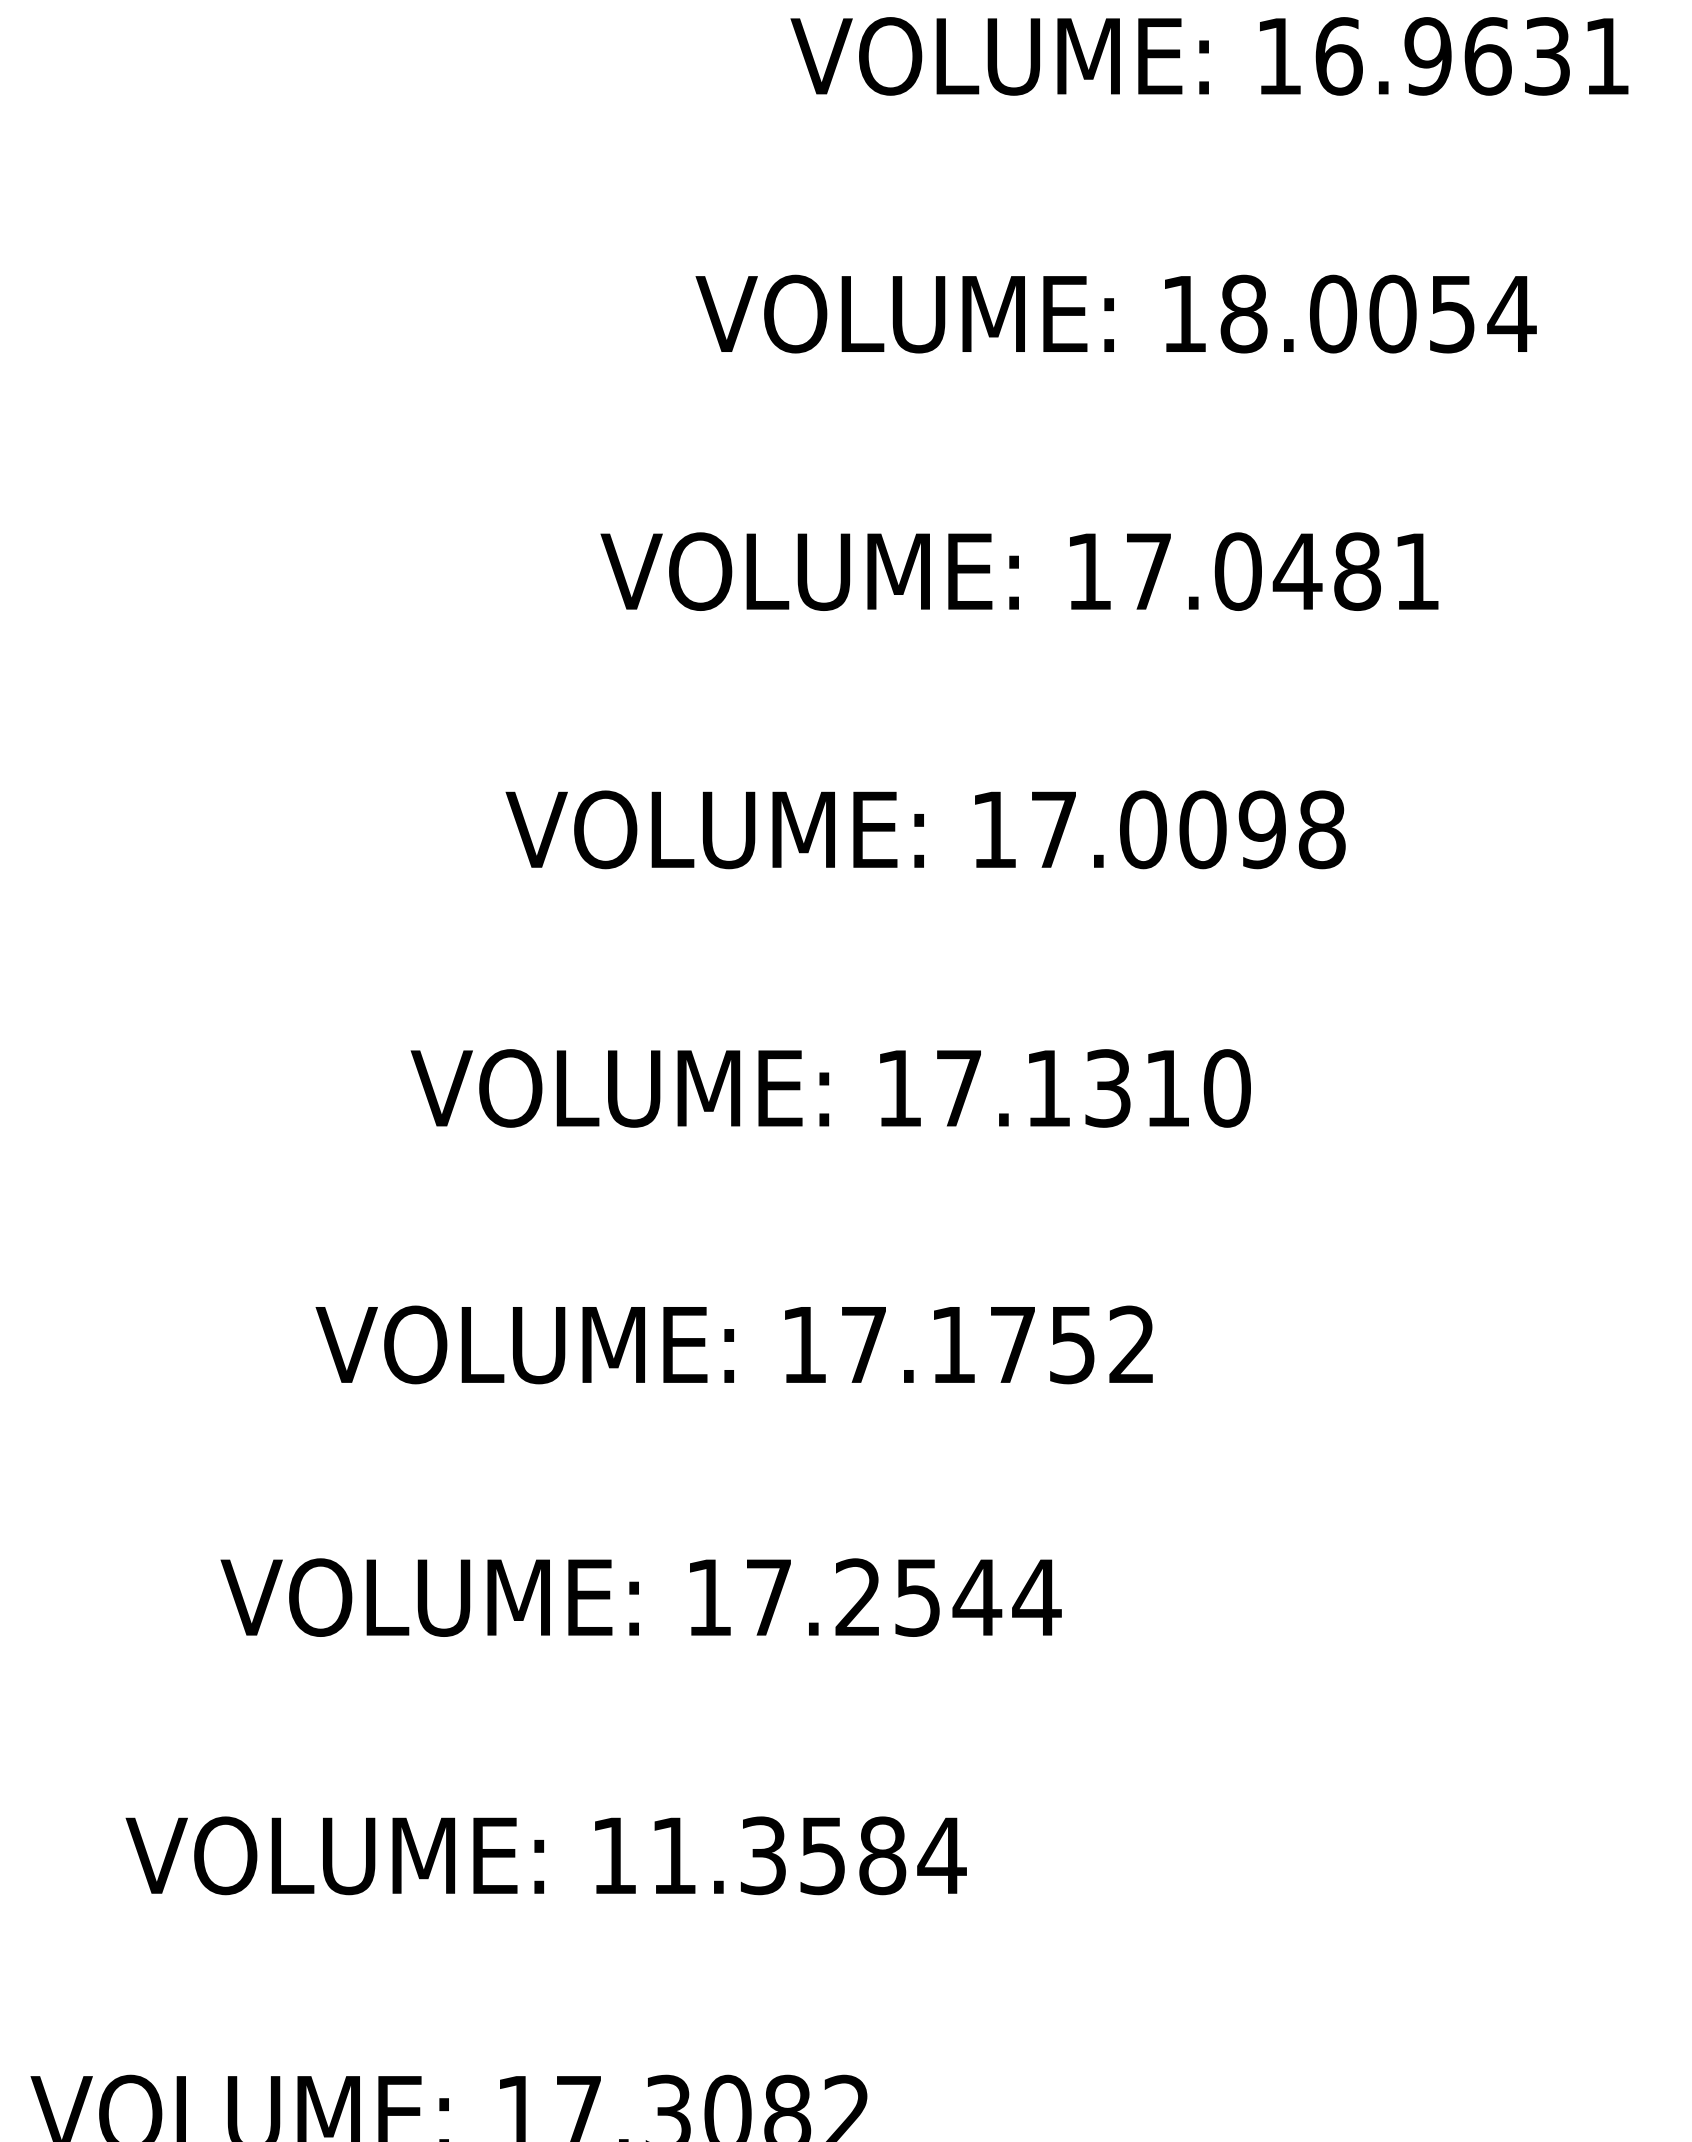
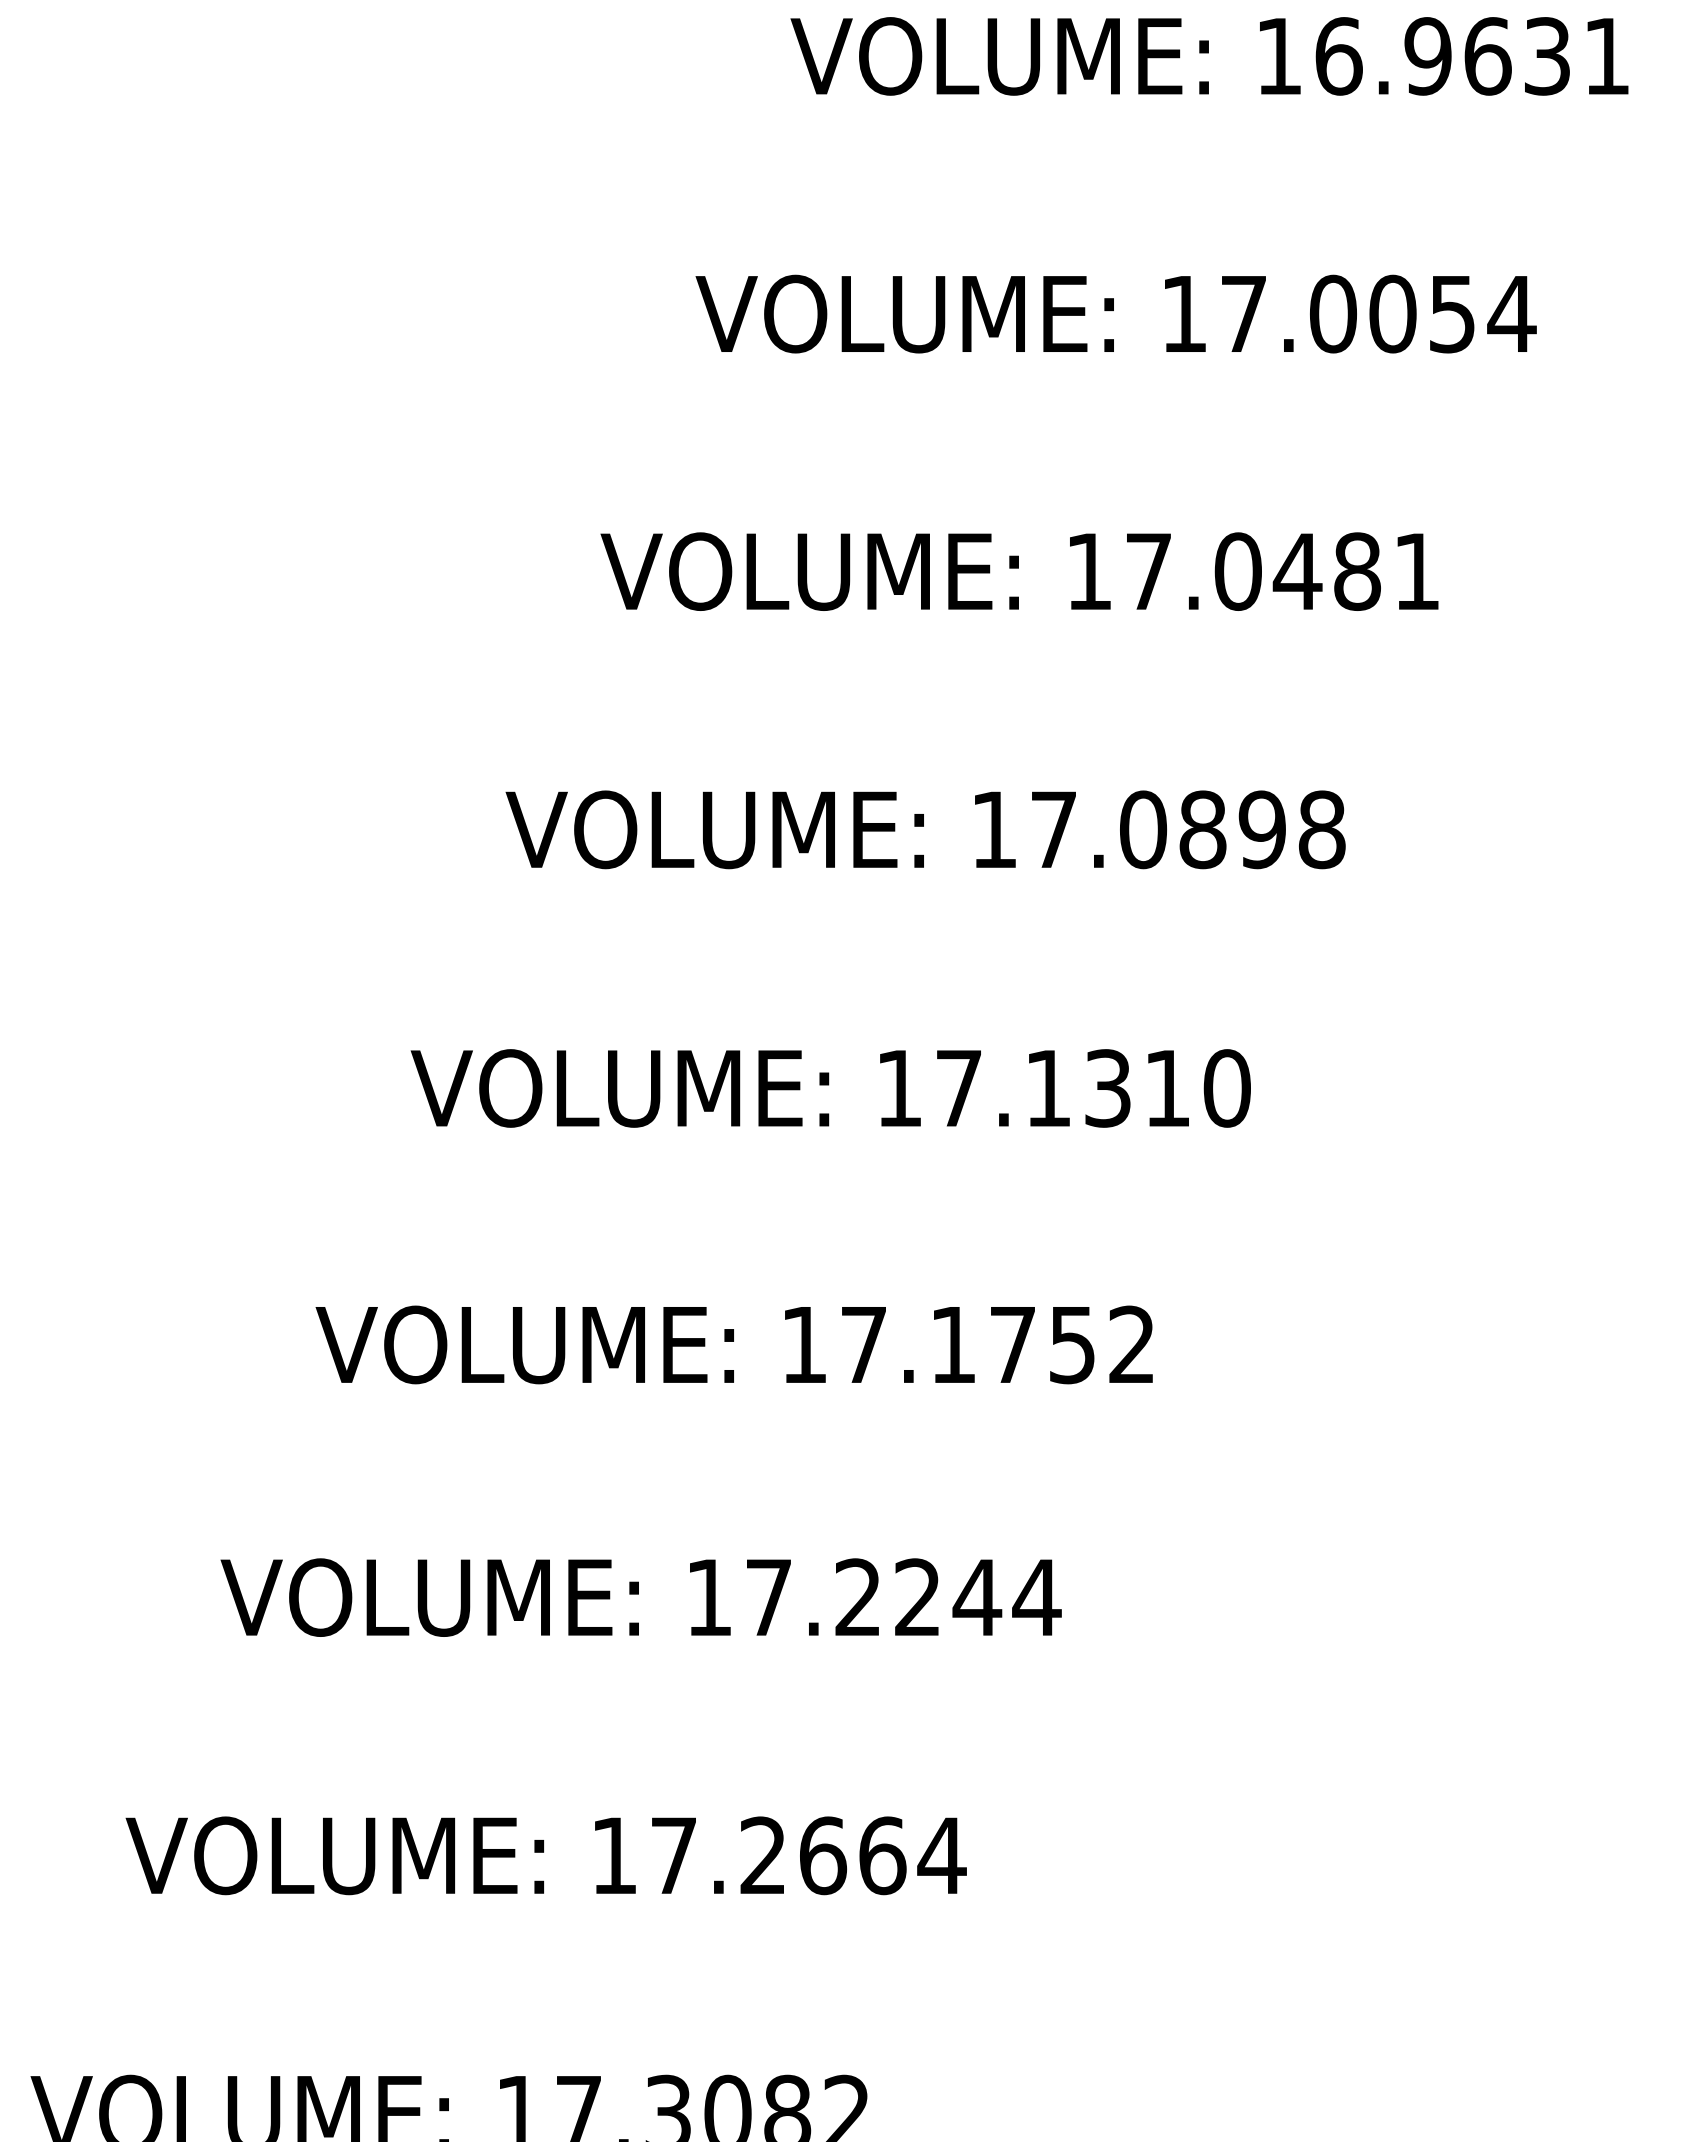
text at (1243, 313): 18.0054 -> 17.0054
text at (1202, 829): 17.0098 -> 17.0898
text at (917, 1597): 17.2544 -> 17.2244
text at (779, 1855): 11.3584 -> 17.2664
